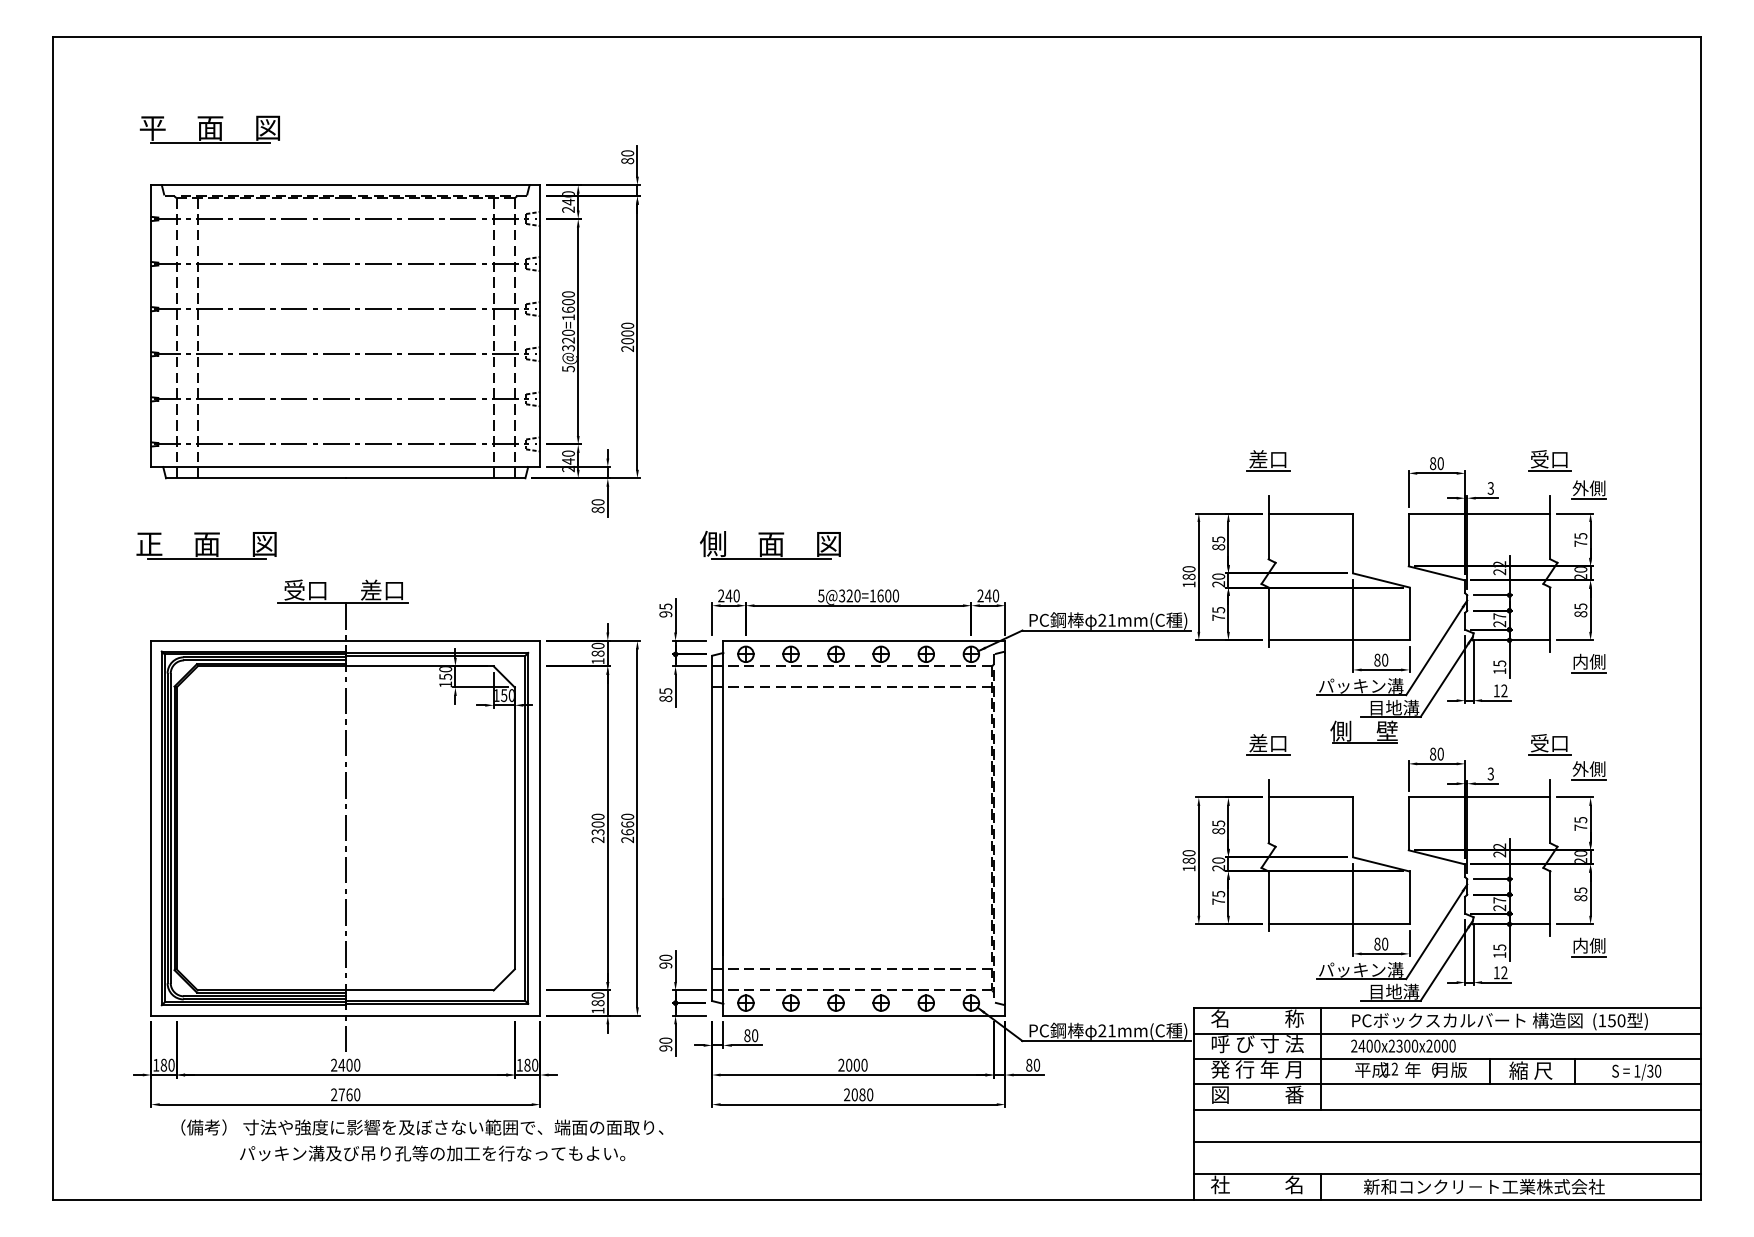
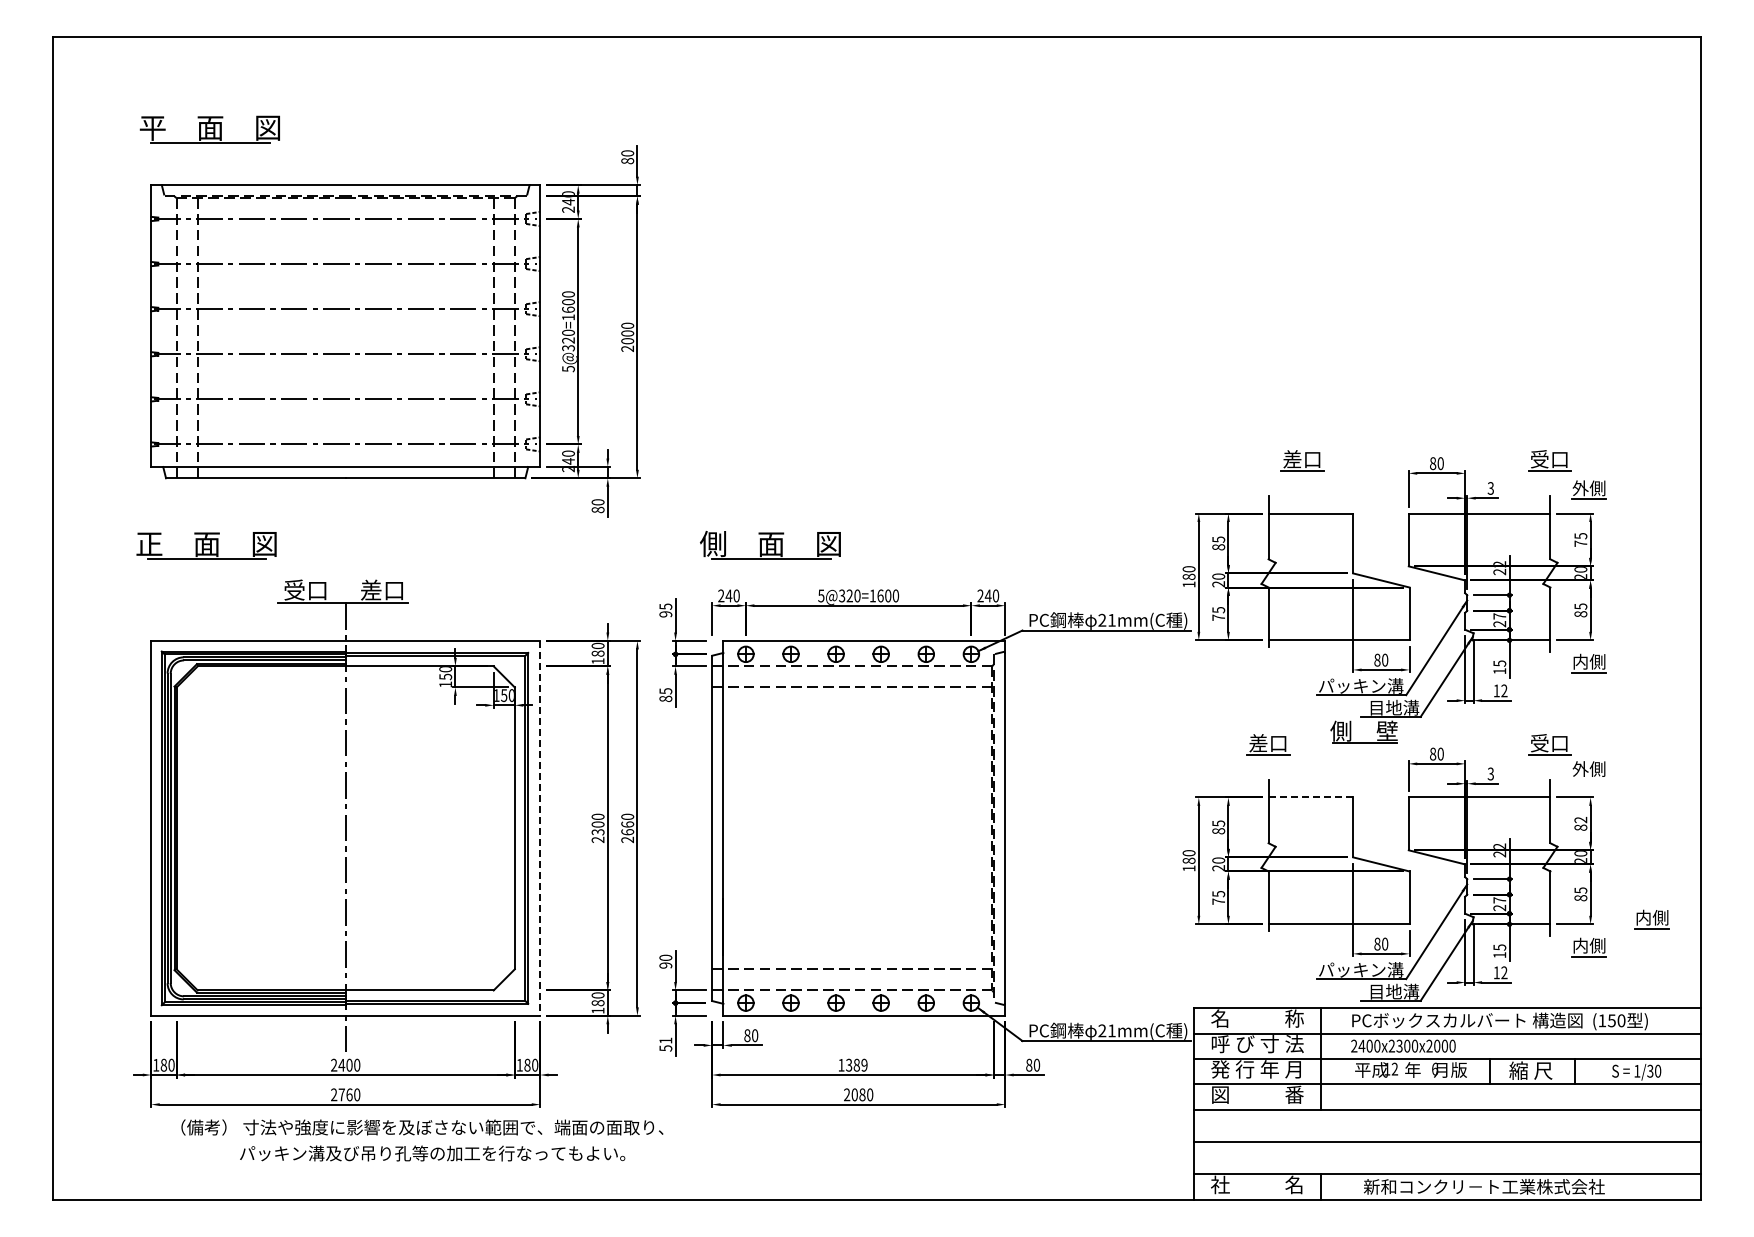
part at (1268, 460) position: (1268, 460) -> (1302, 460)
line at (1589, 779): present -> none
line at (1311, 797): solid -> dashed
text at (1580, 823): 75 -> 82
line at (540, 828): solid -> dashed
part at (1651, 919): none -> present
text at (665, 1044): 90 -> 51
text at (852, 1064): 2000 -> 1389
